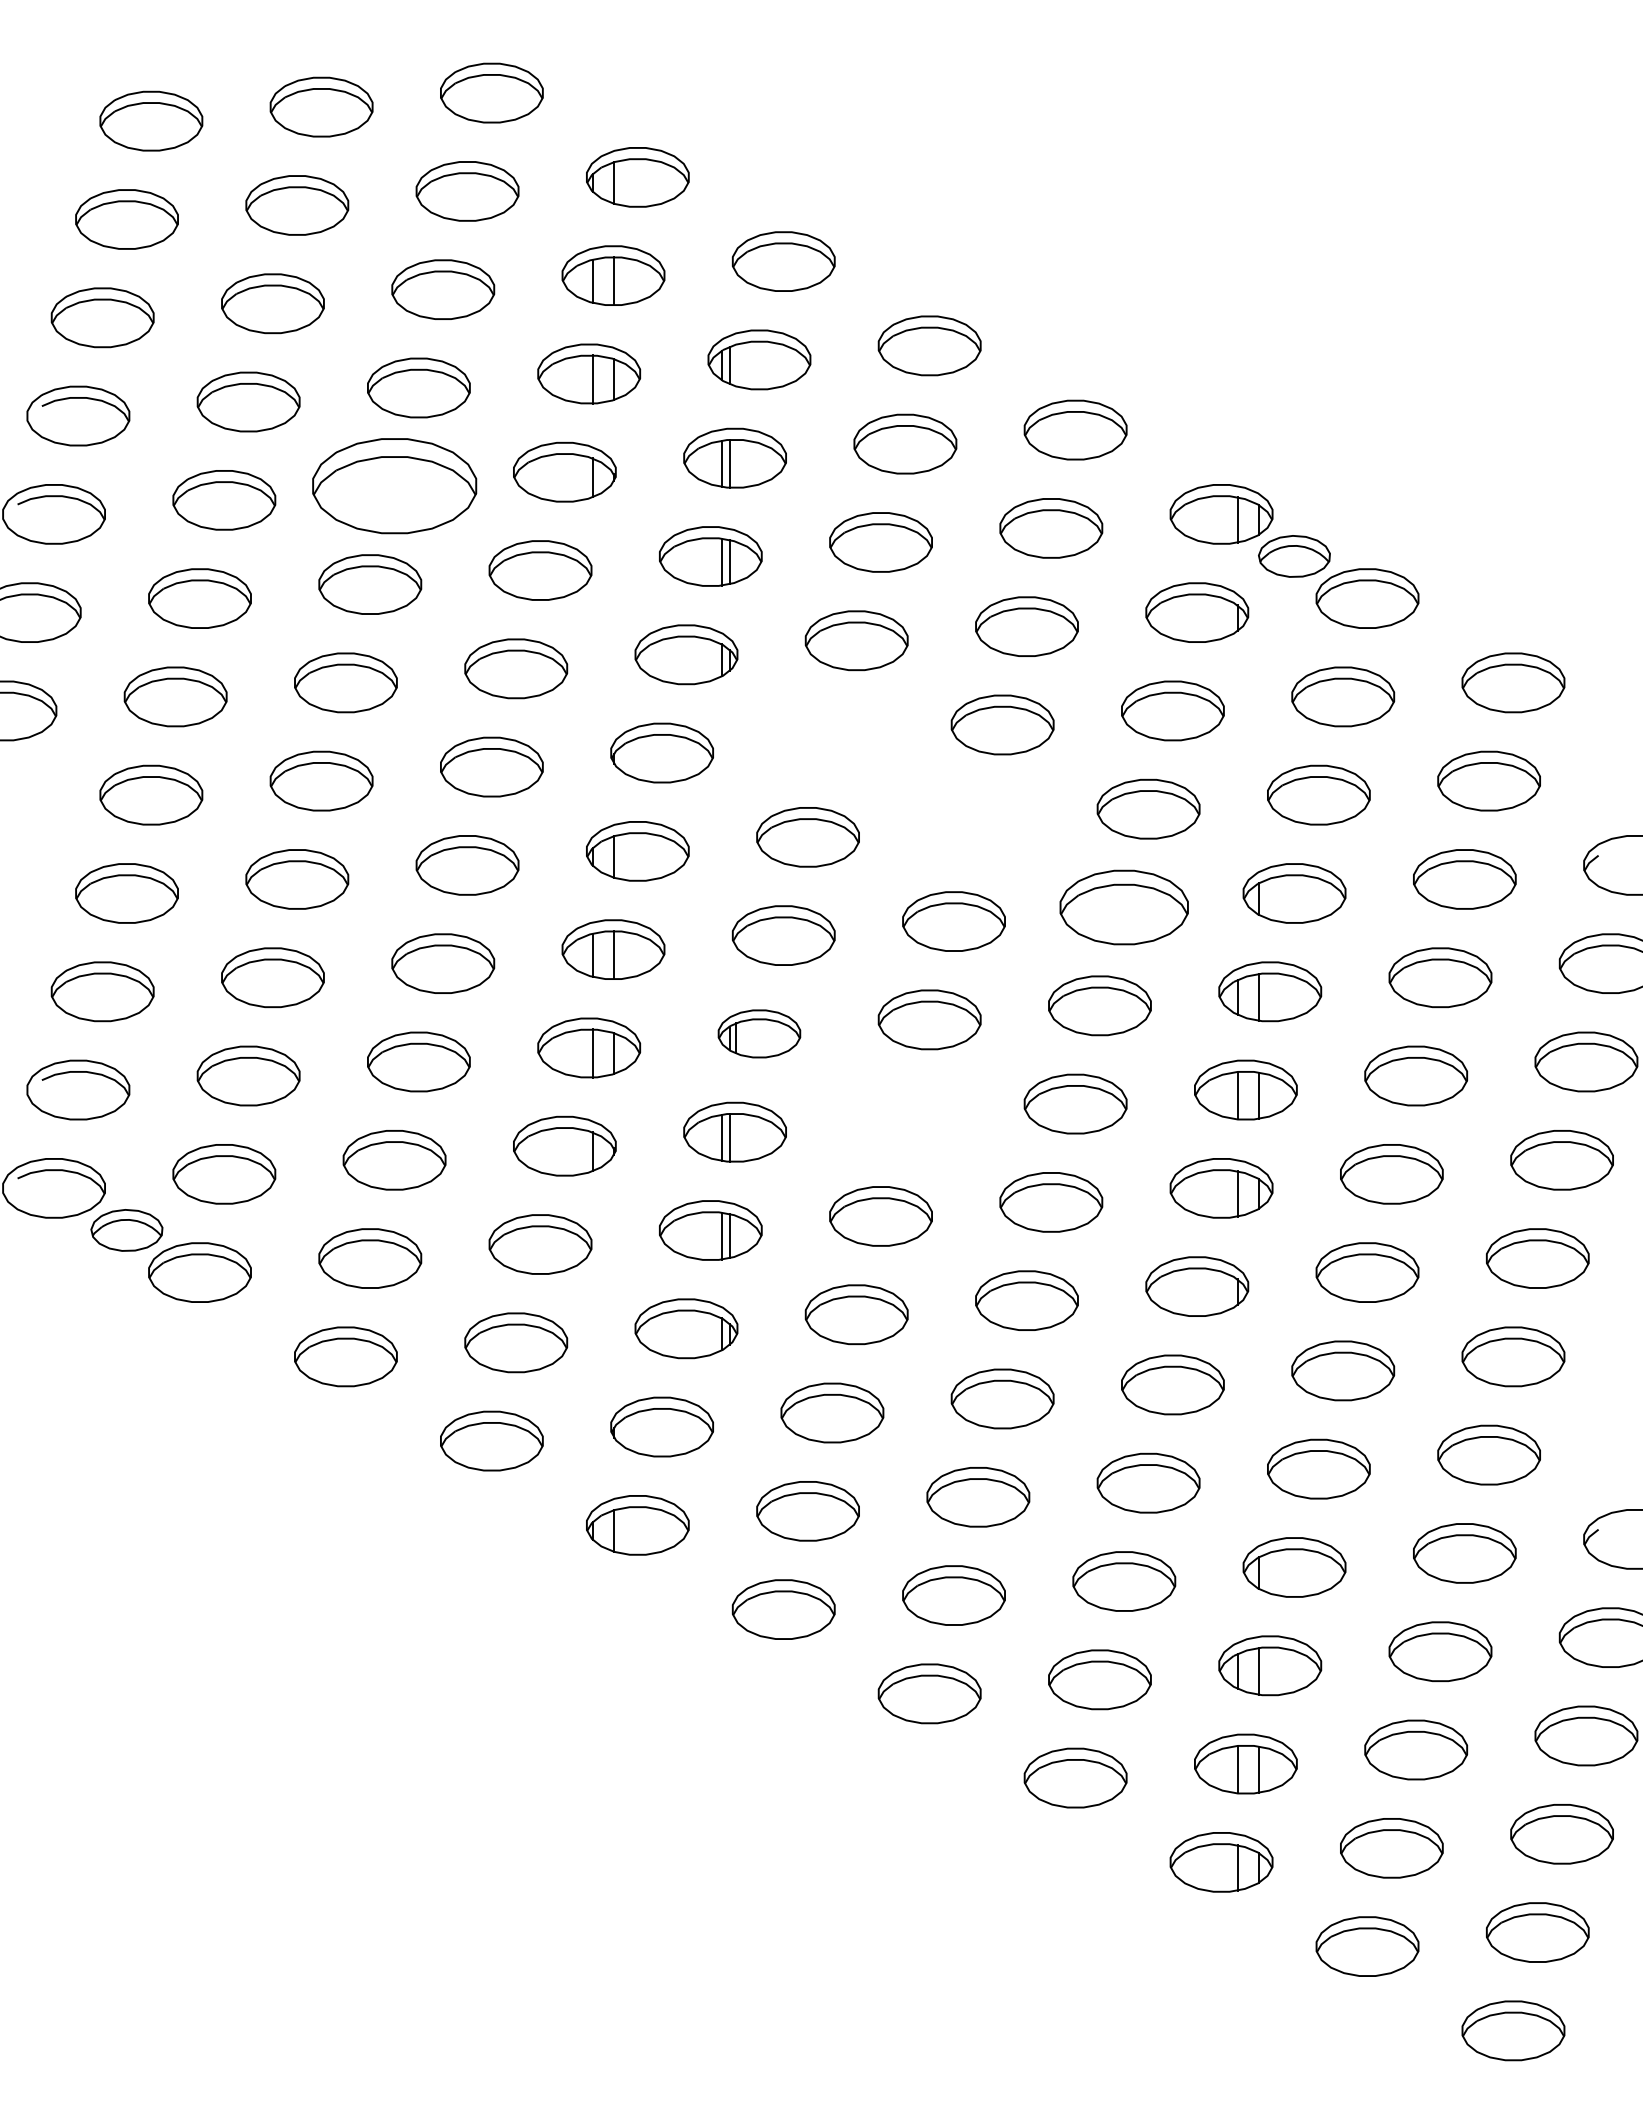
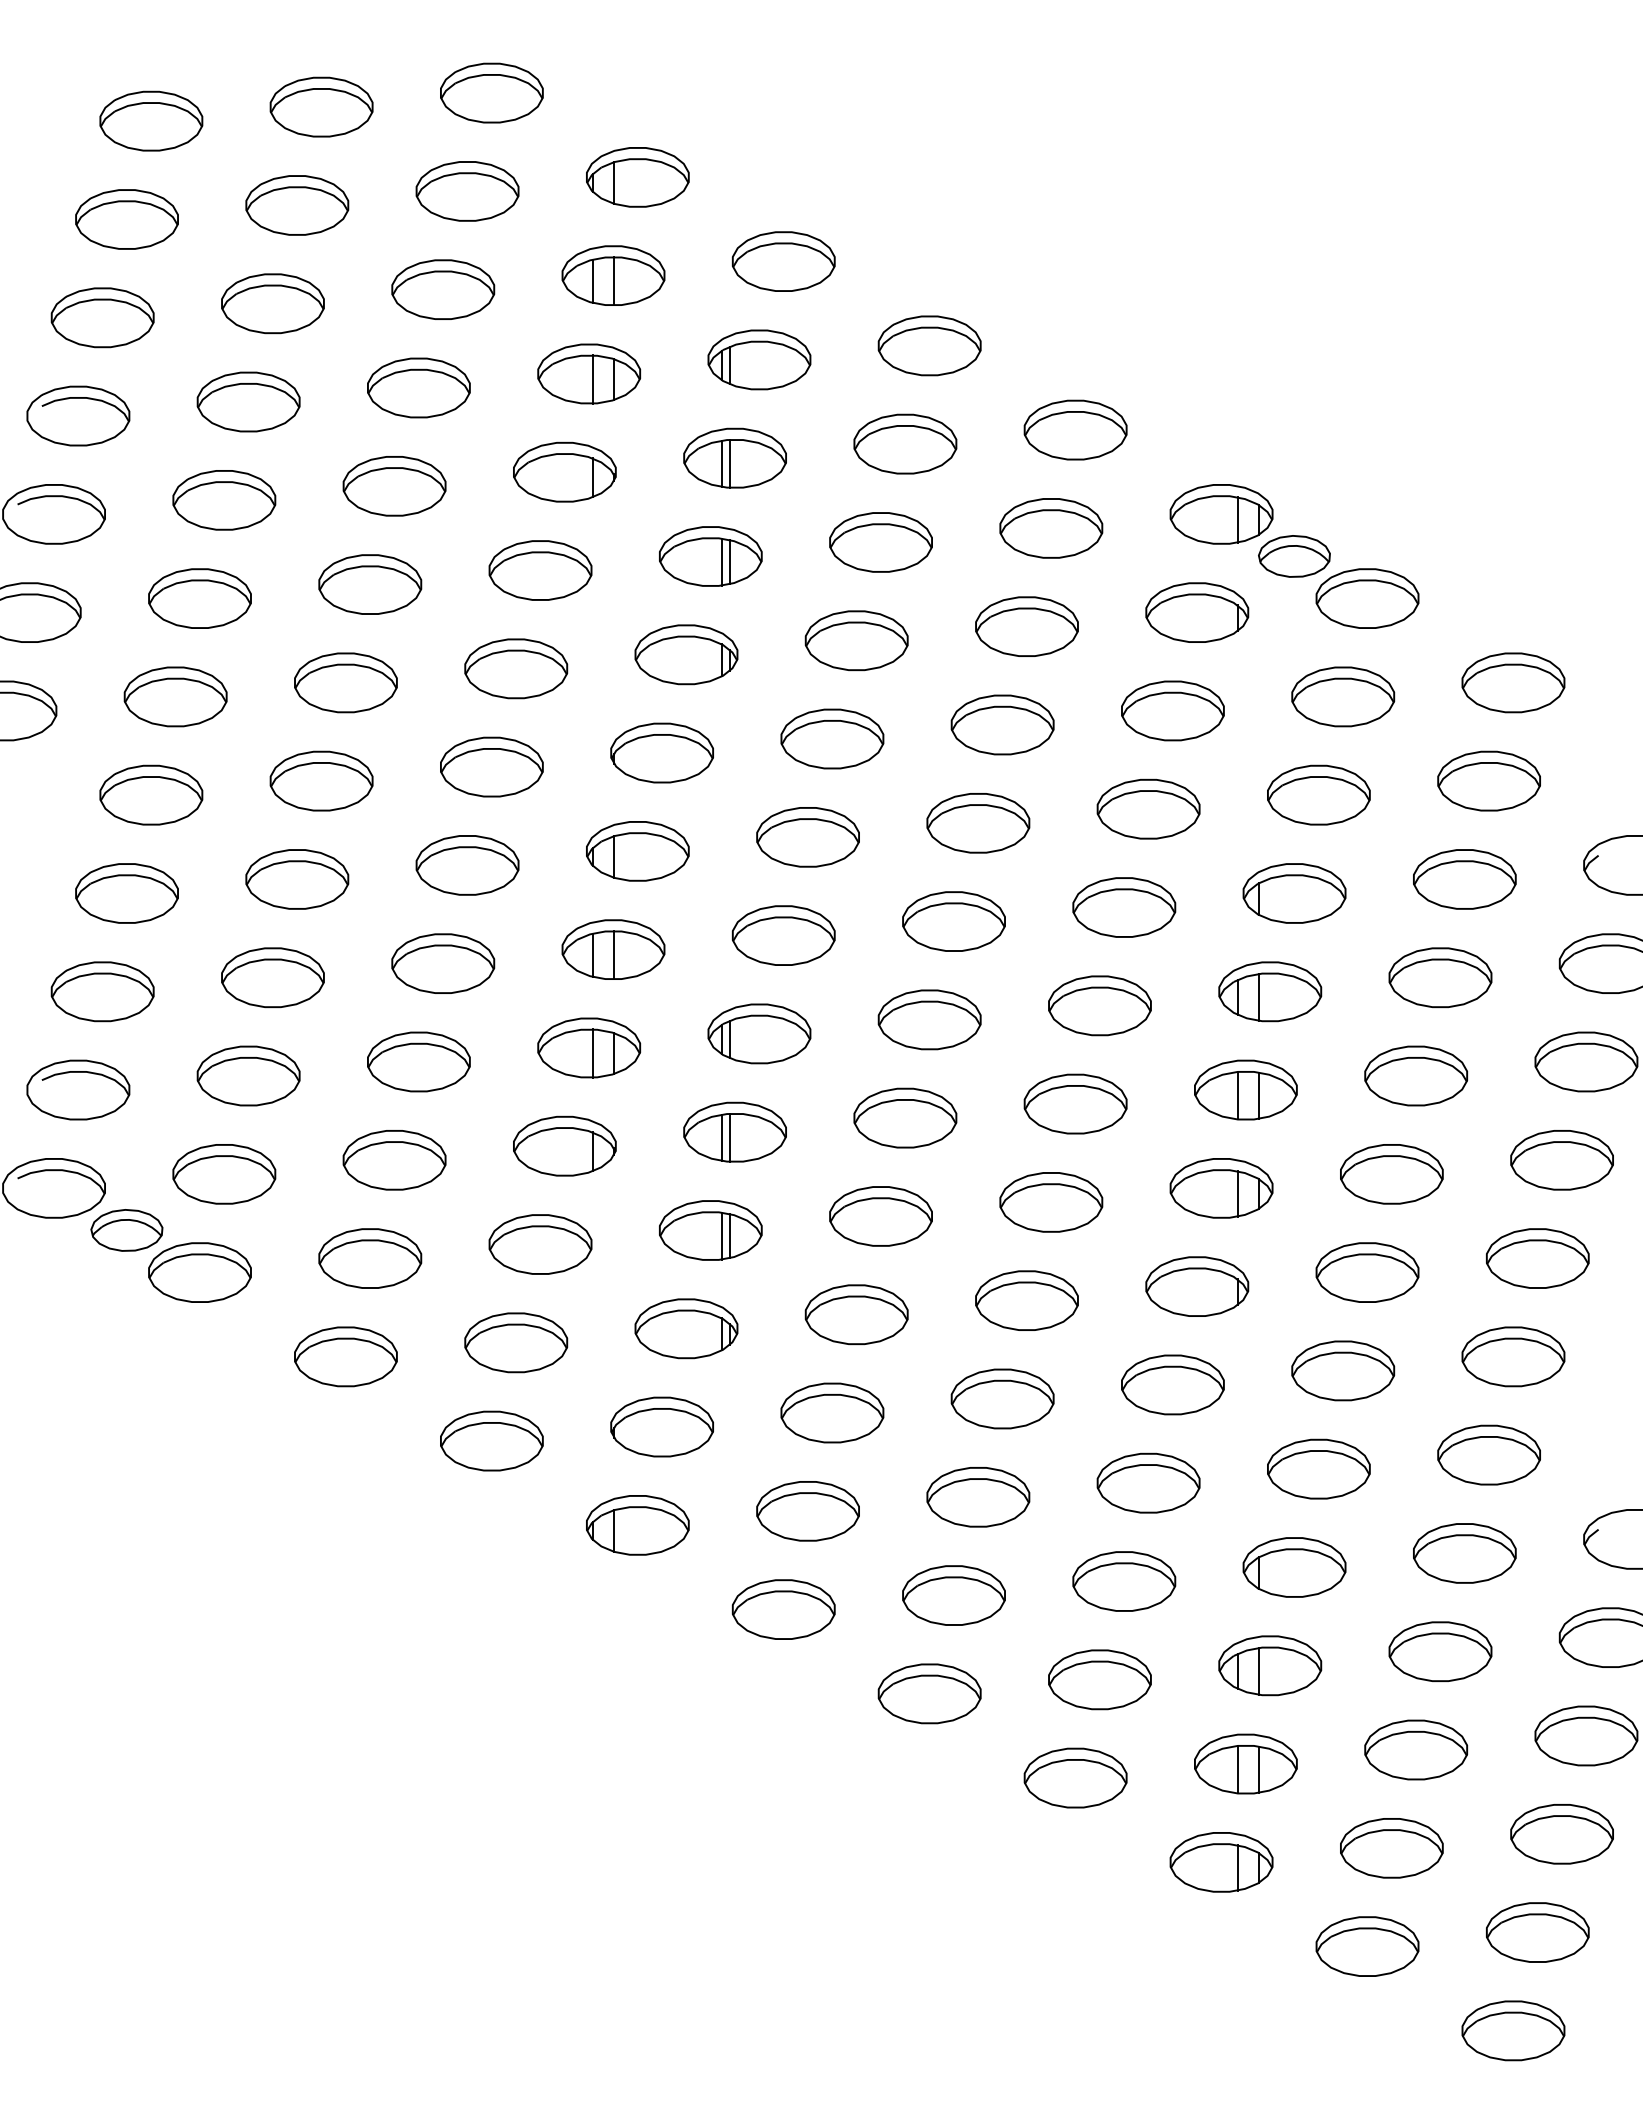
part at (394, 486) size: 166x97 px -> 105x61 px
part at (832, 738): none -> present
part at (978, 823): none -> present
part at (1123, 907) size: 130x77 px -> 105x61 px
part at (759, 1033) size: 85x50 px -> 105x62 px
part at (905, 1117): none -> present
